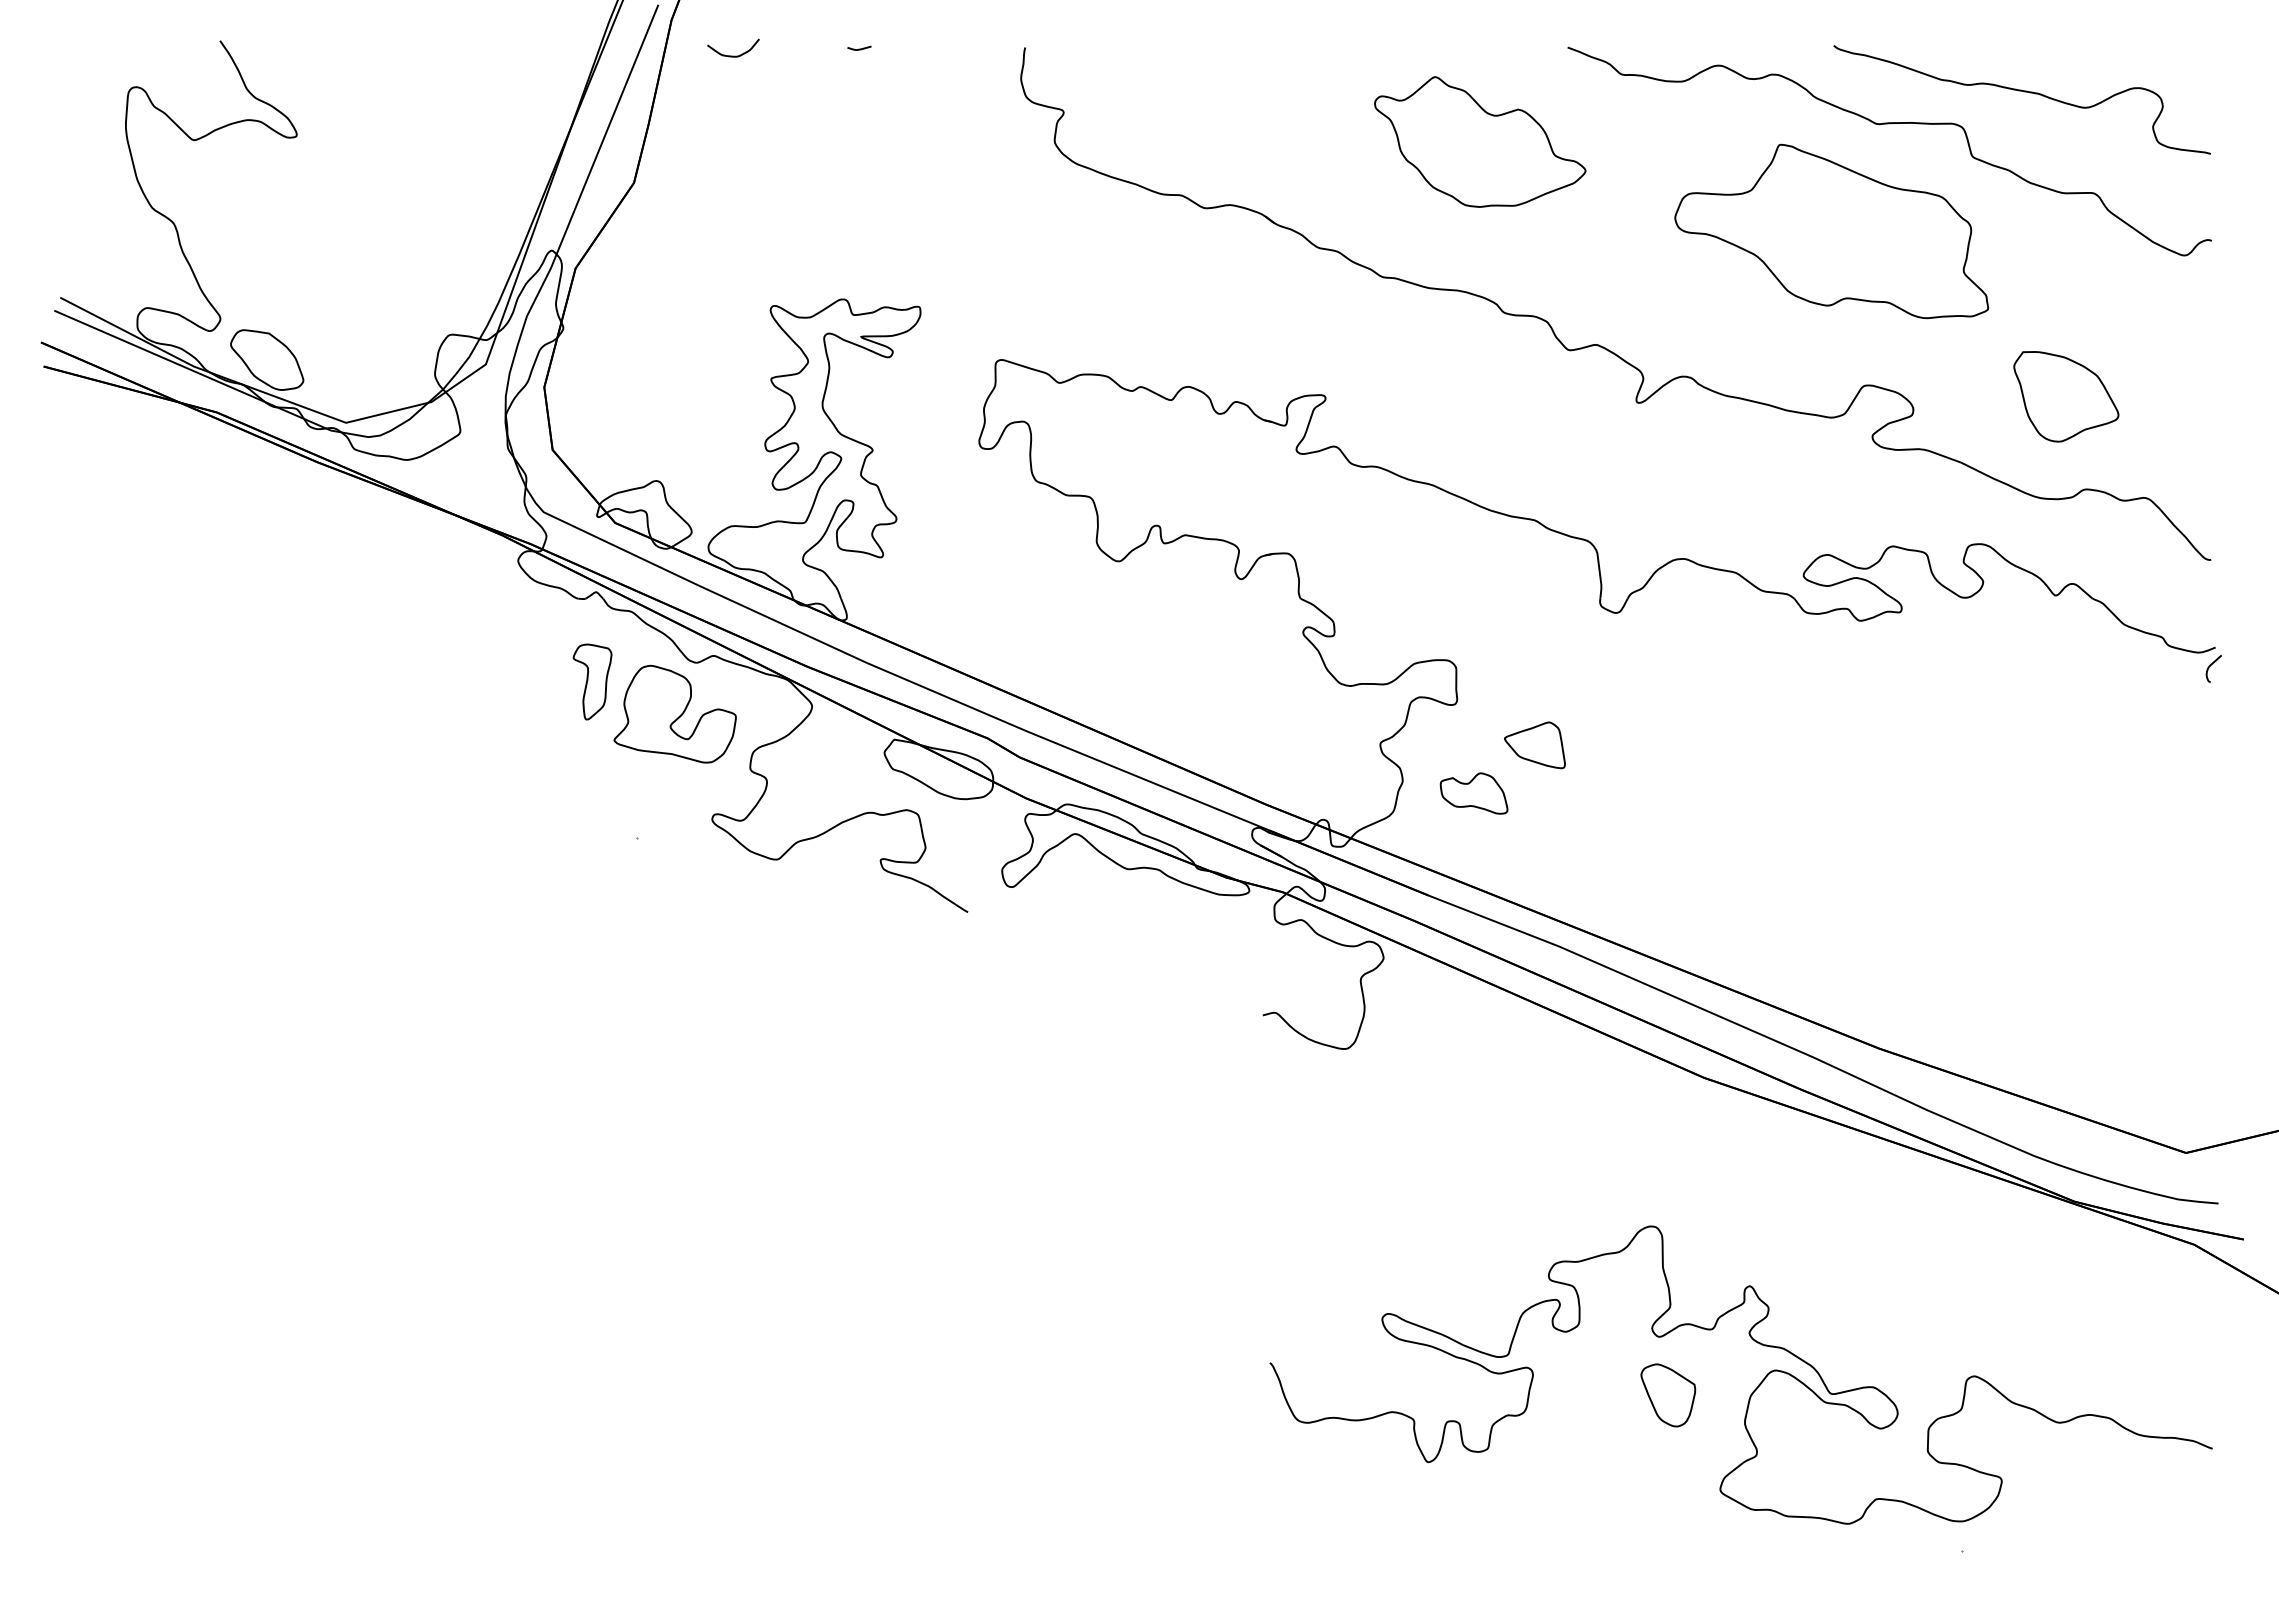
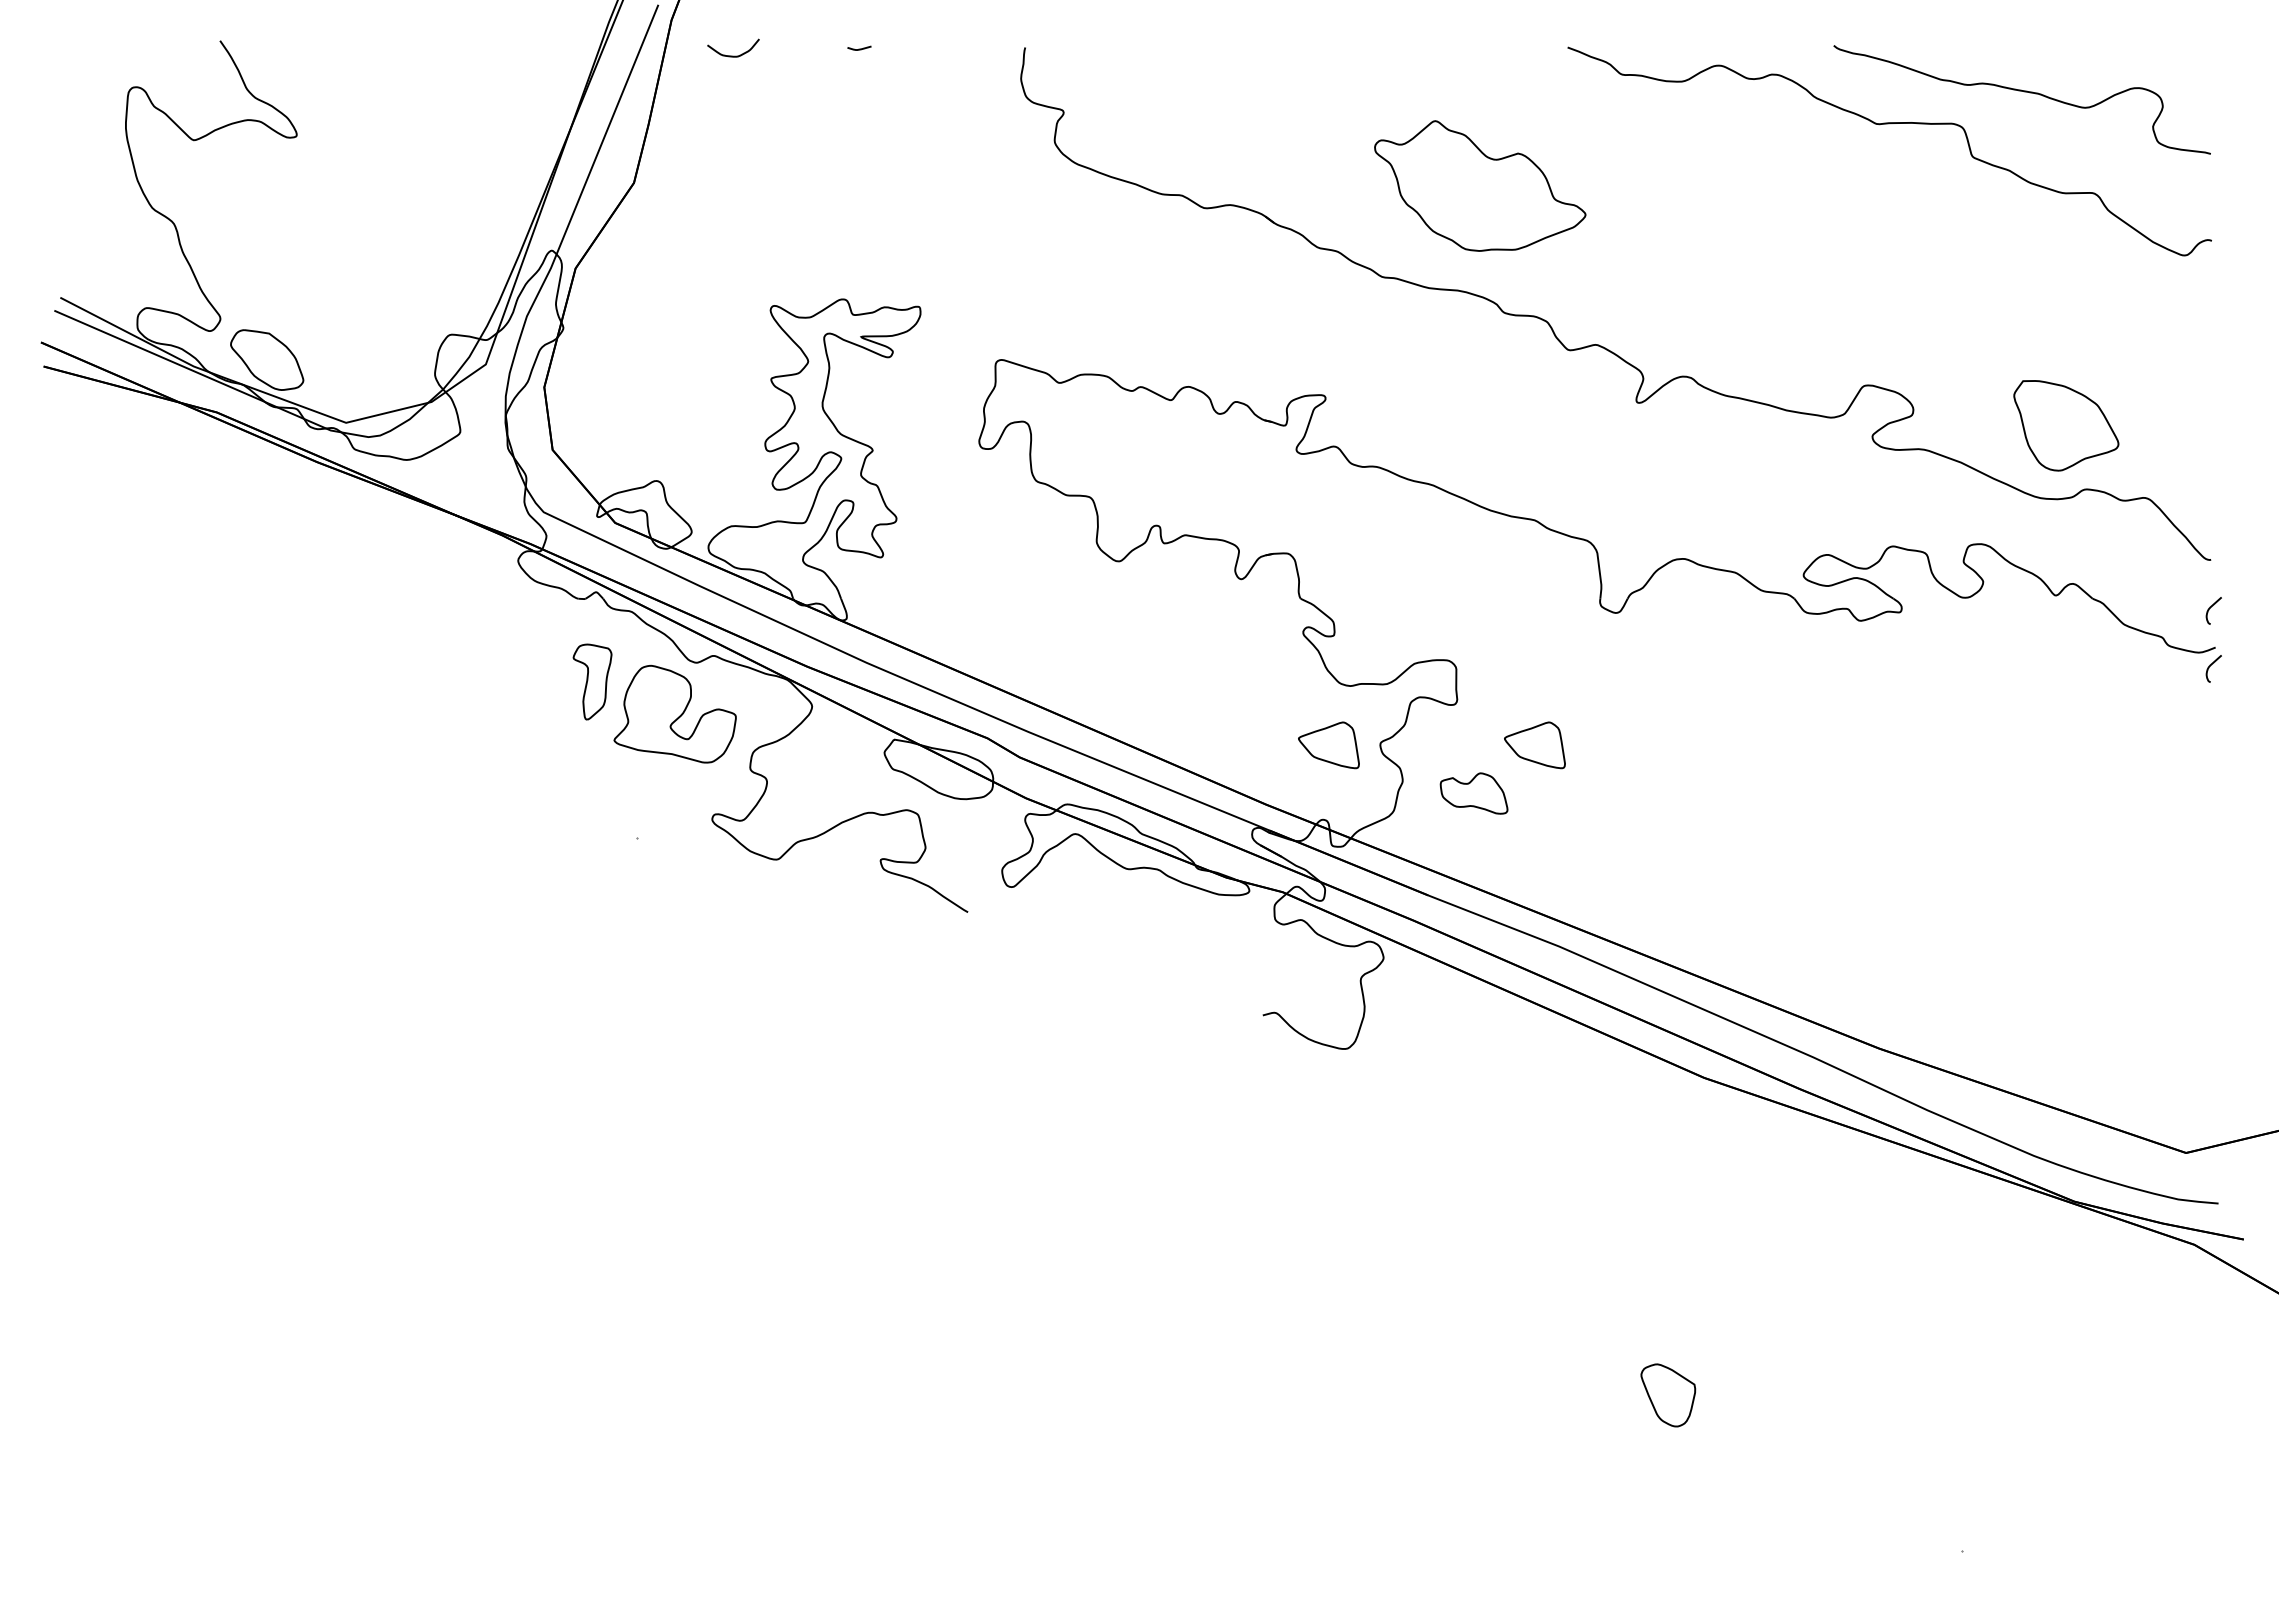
part at (1480, 141) position: (1480, 141) -> (1480, 185)
part at (1831, 231): present -> none
part at (2066, 396) position: (2066, 396) -> (2066, 425)
curve at (2211, 607): none -> present
part at (1328, 745): none -> present
curve at (1755, 1388): present -> none
